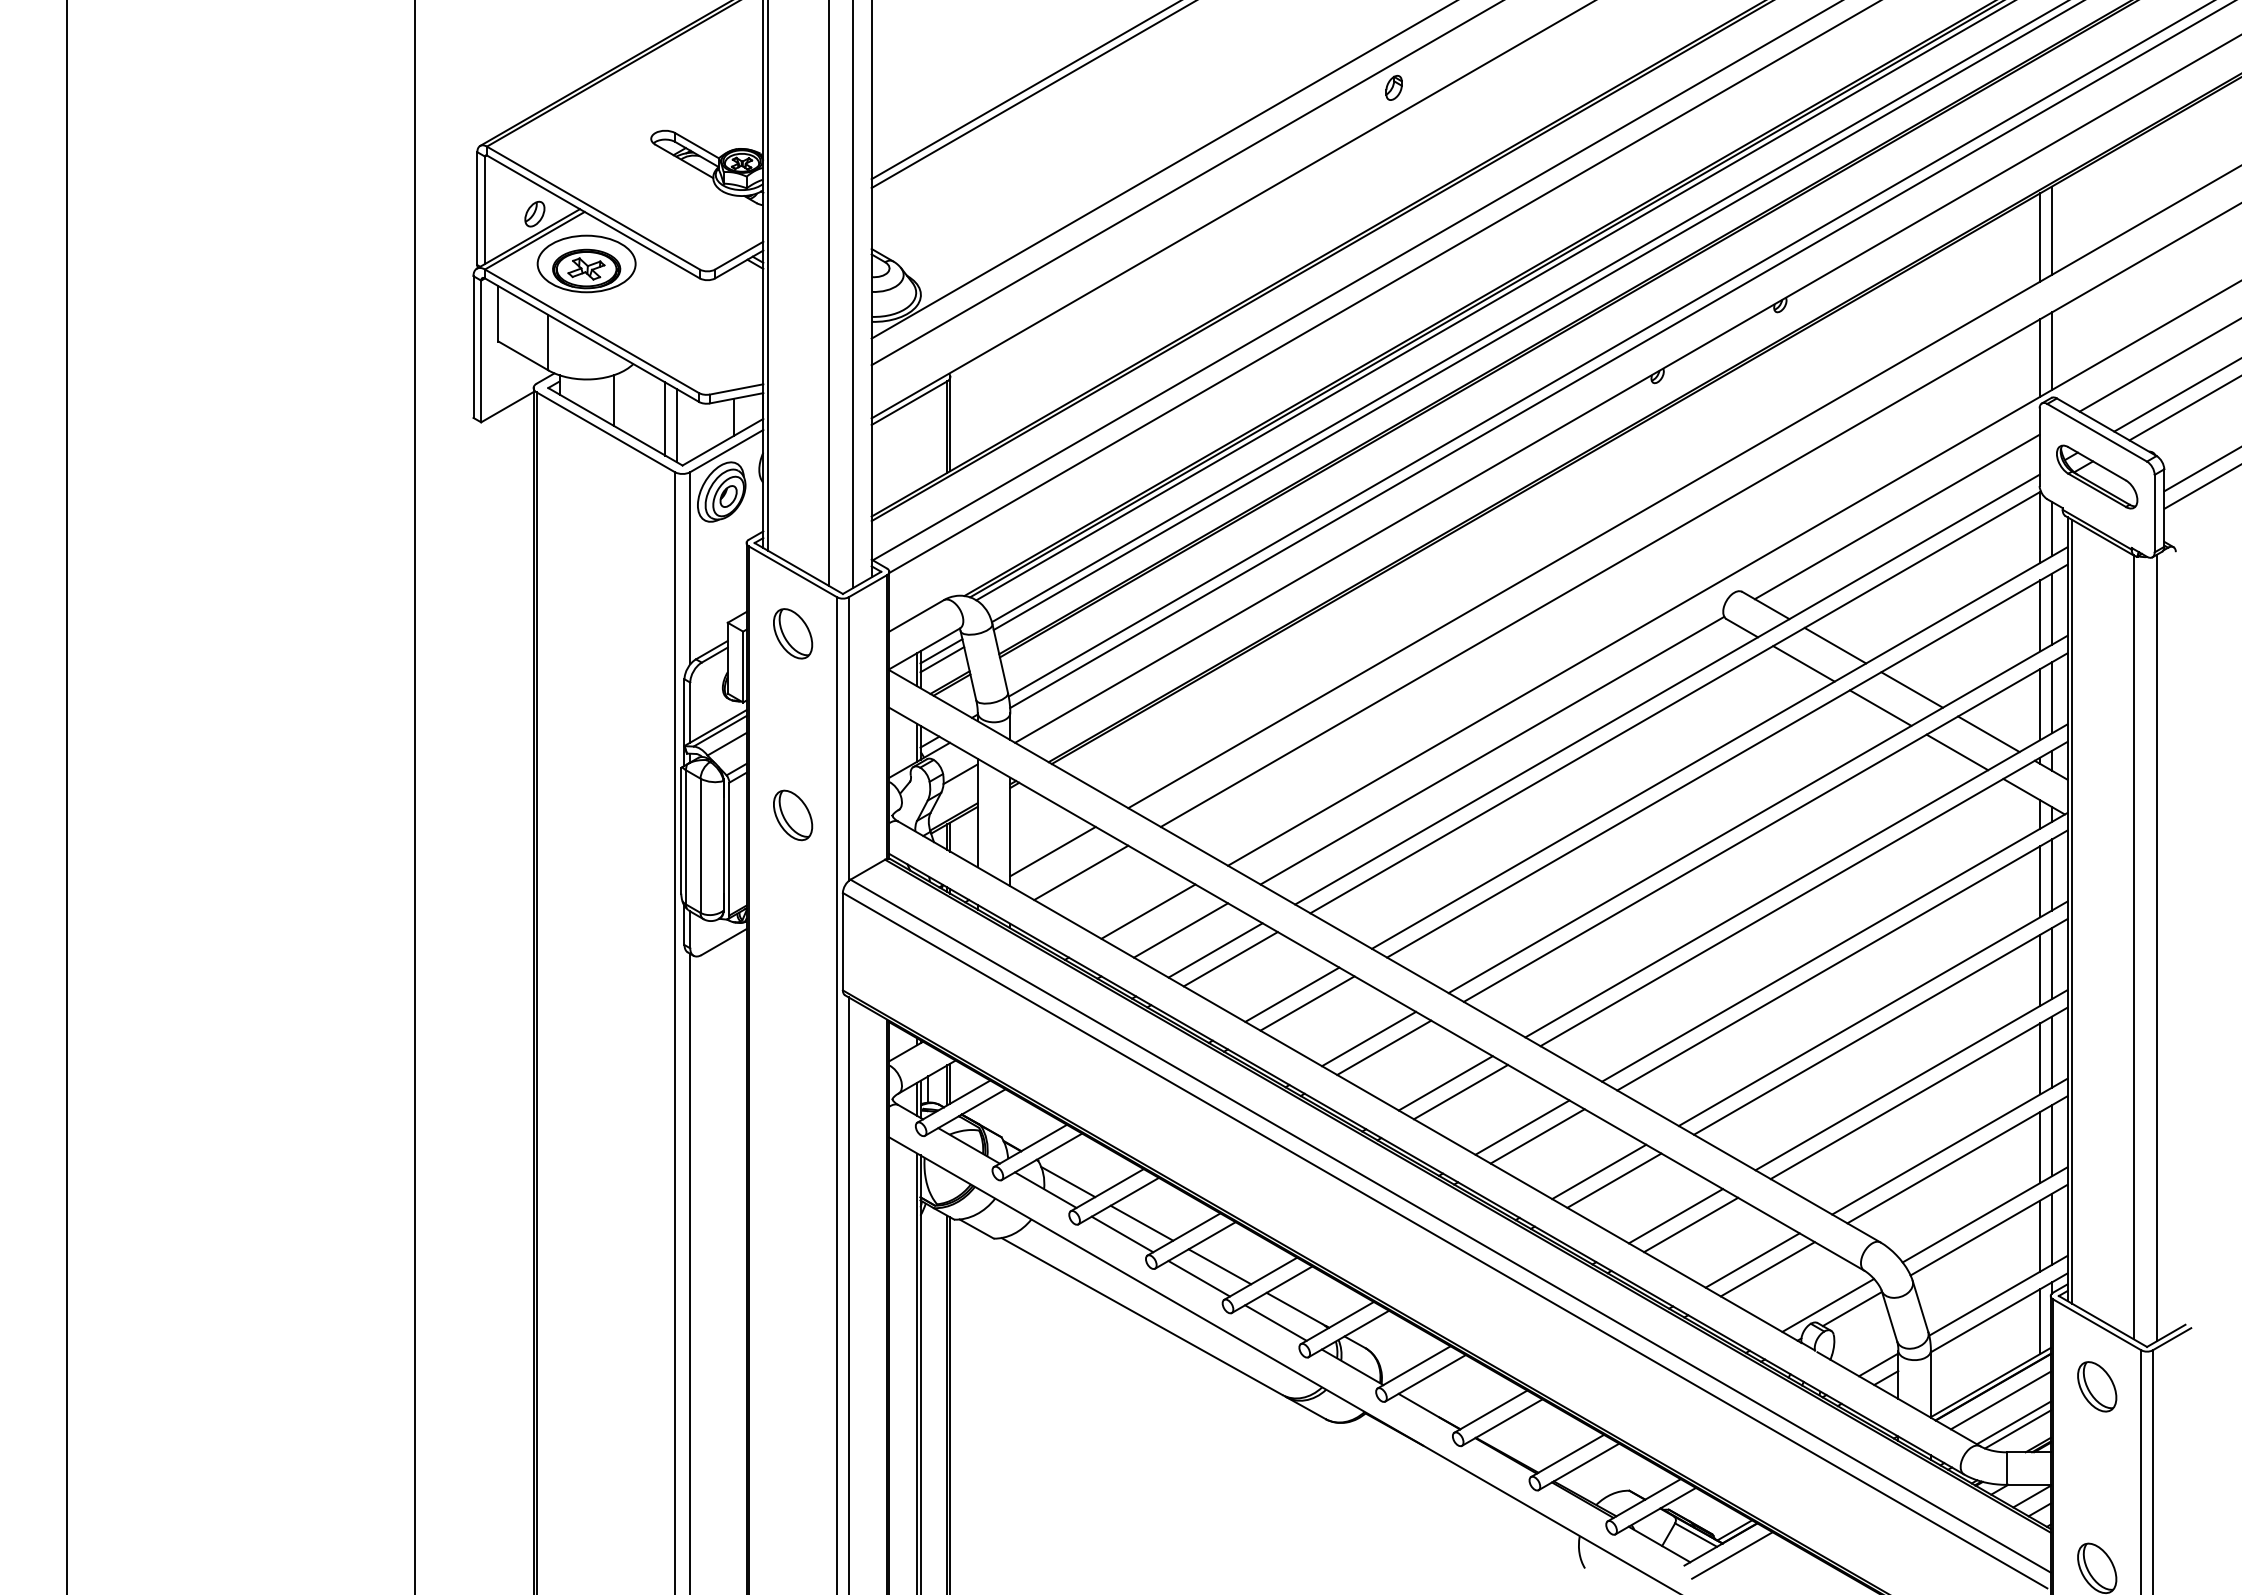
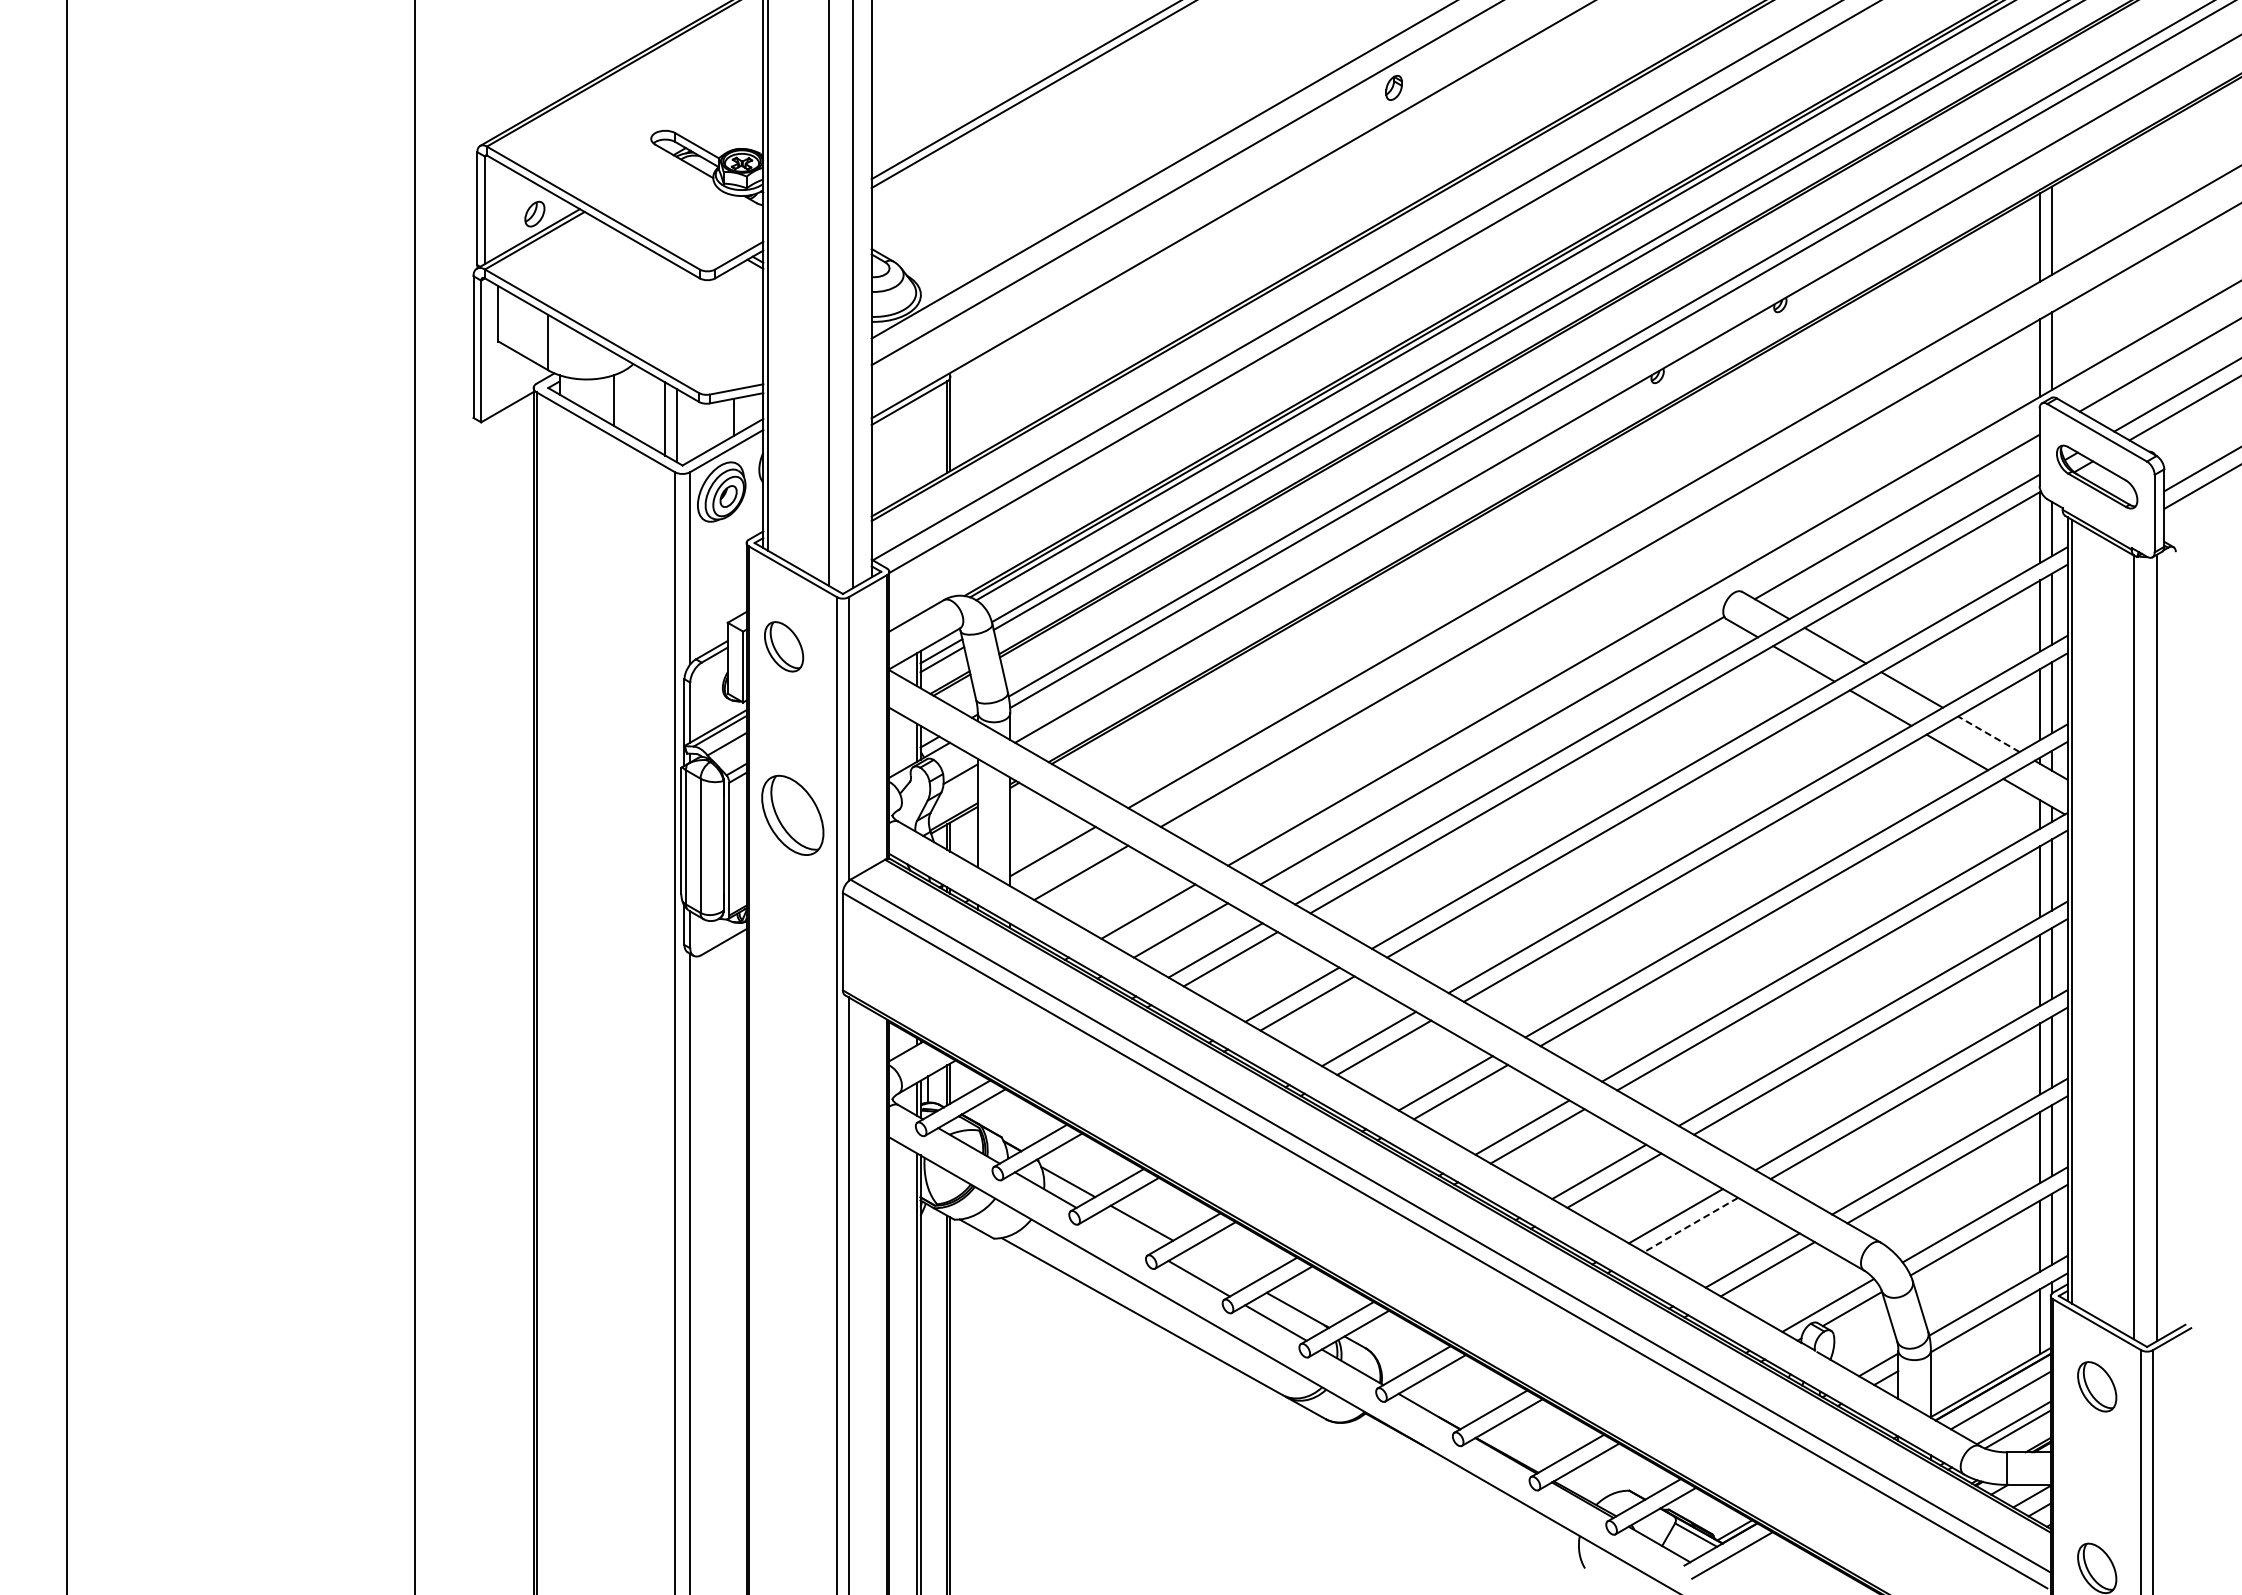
part at (586, 263): present -> none
part at (793, 633) position: (793, 633) -> (784, 646)
line at (1988, 734): solid -> dashed
part at (793, 815) size: 41x53 px -> 64x82 px
line at (1690, 1225): solid -> dashed
line at (1122, 1234): present -> none
line at (1219, 1266): present -> none
